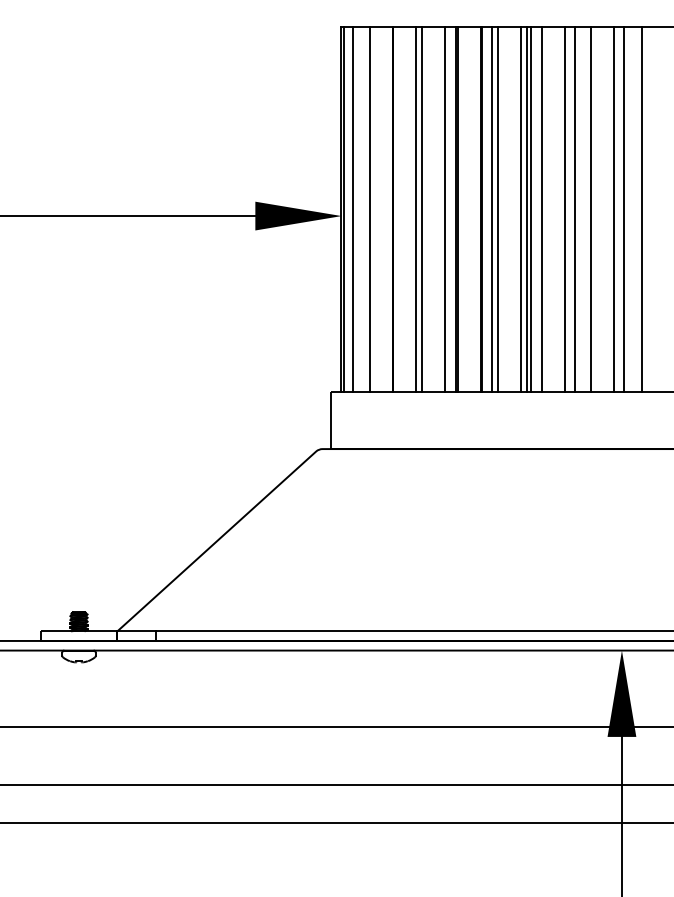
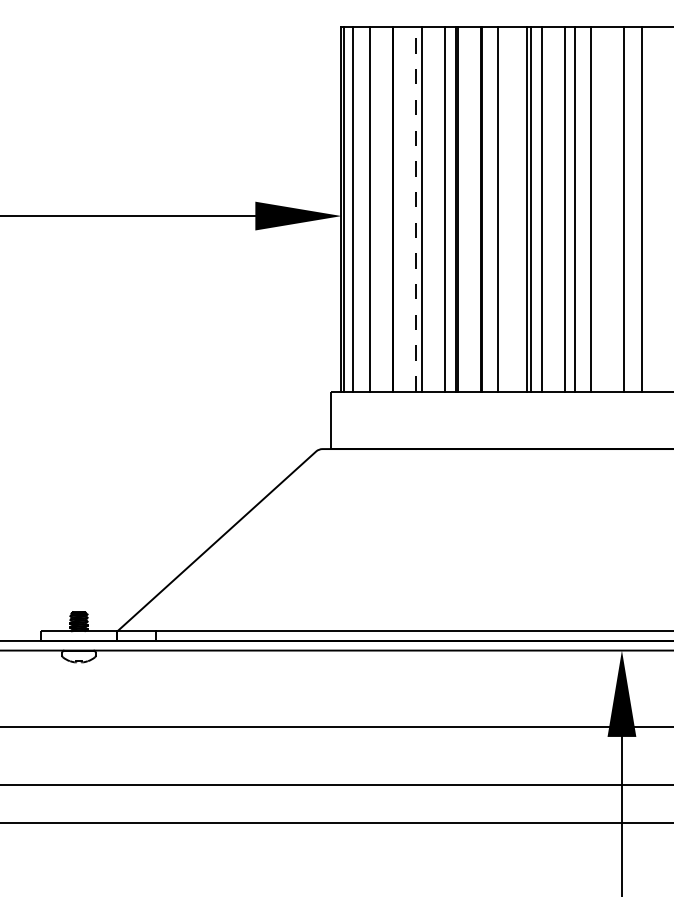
line at (416, 208): solid -> dashed
line at (491, 208): present -> none
line at (520, 208): present -> none
line at (613, 208): present -> none
